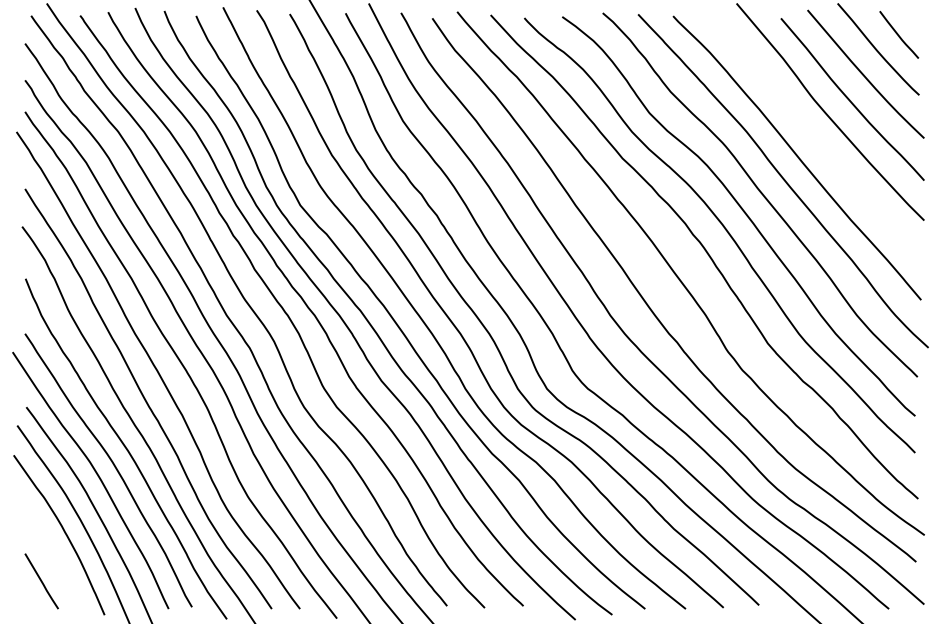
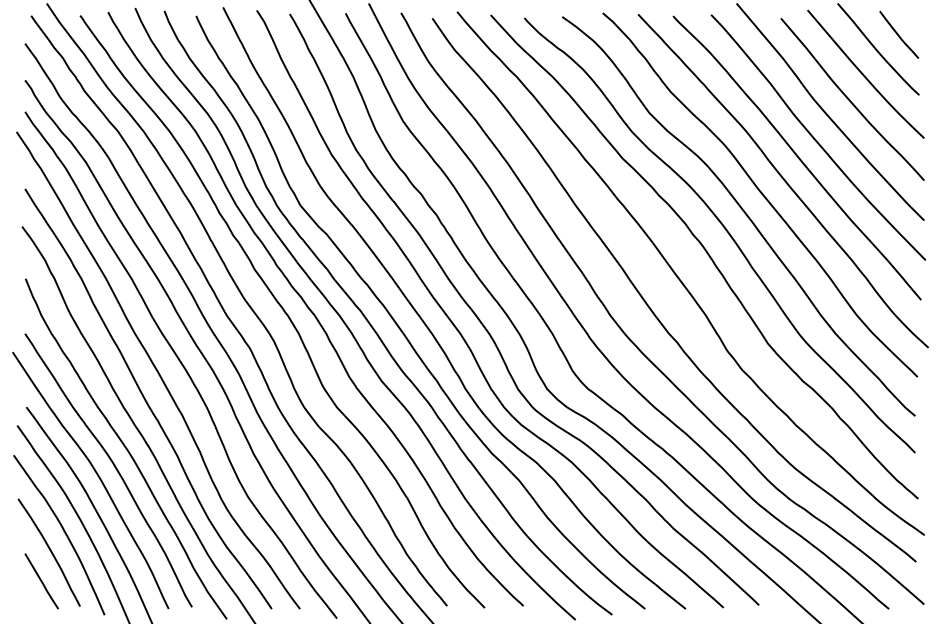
curve at (816, 139): none -> present
curve at (50, 552): none -> present
